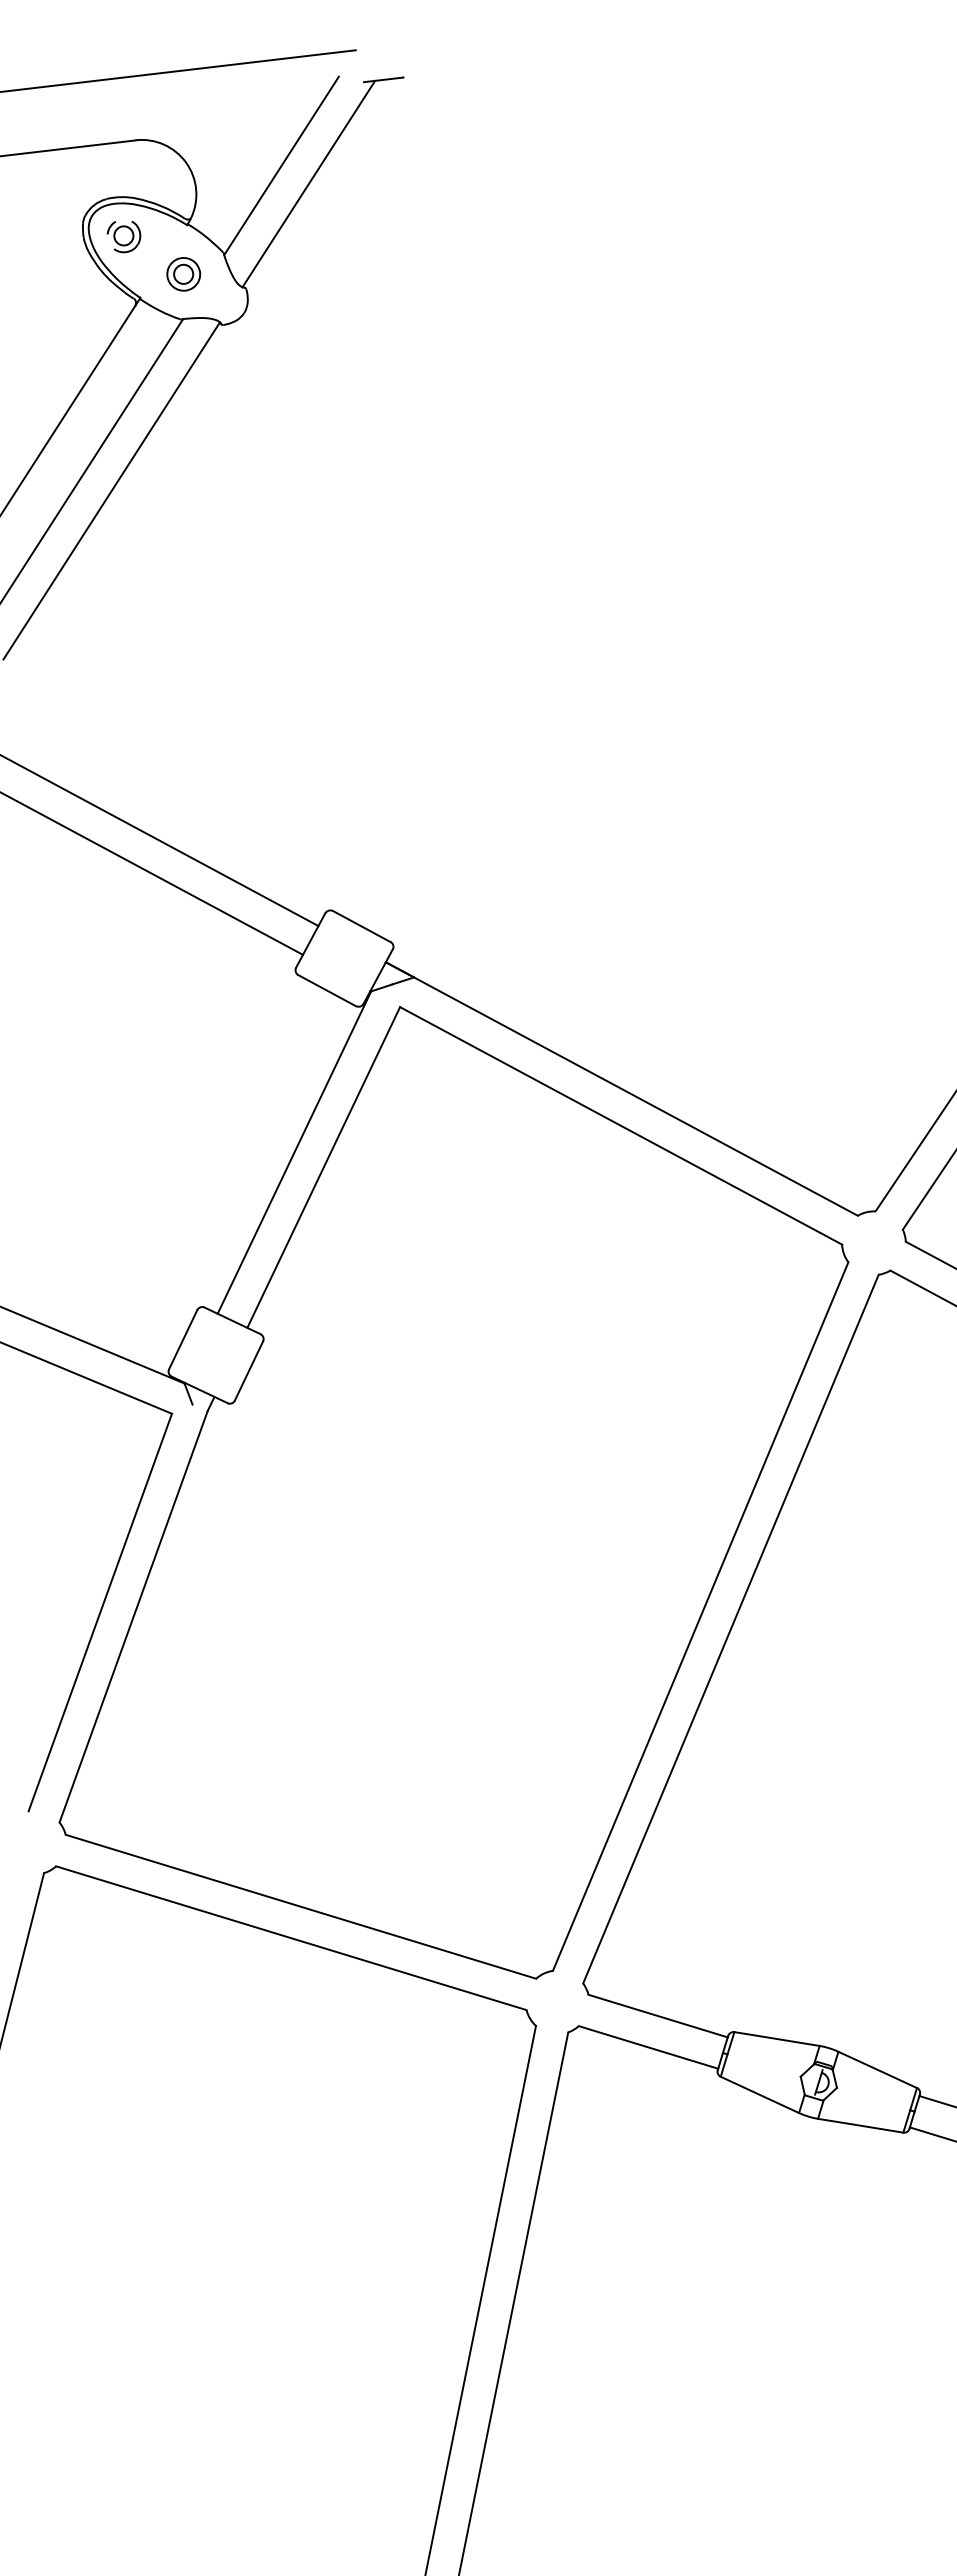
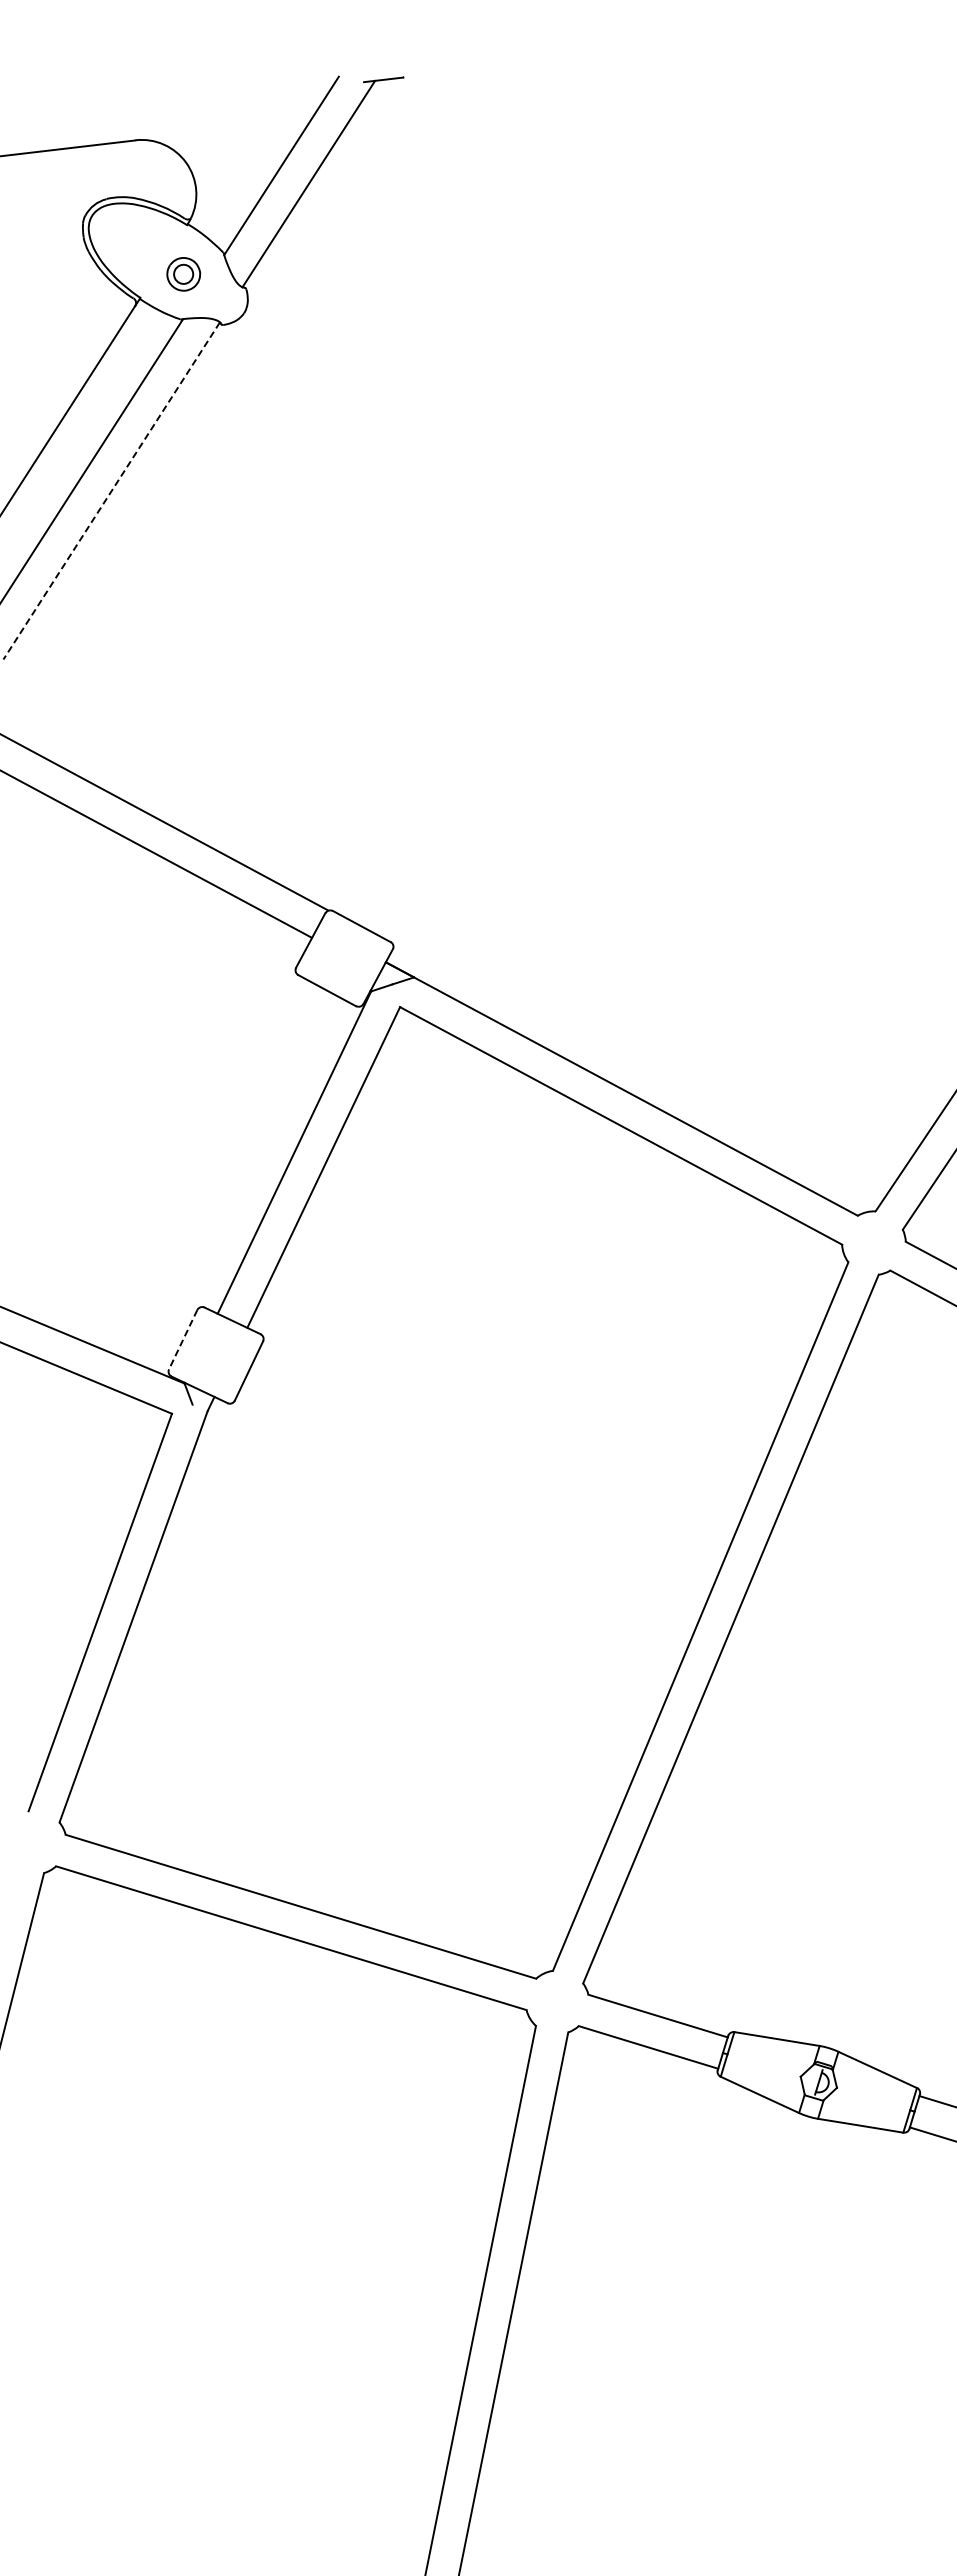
line at (178, 70): present -> none
part at (123, 237): present -> none
line at (111, 491): solid -> dashed
line at (160, 841) position: (160, 841) -> (164, 822)
line at (152, 873) position: (152, 873) -> (156, 854)
line at (183, 1339): solid -> dashed
